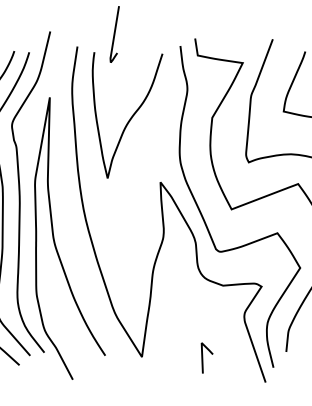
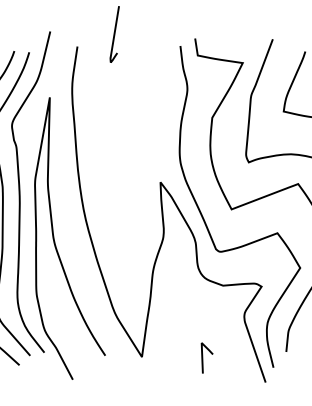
curve at (130, 117): present -> none
